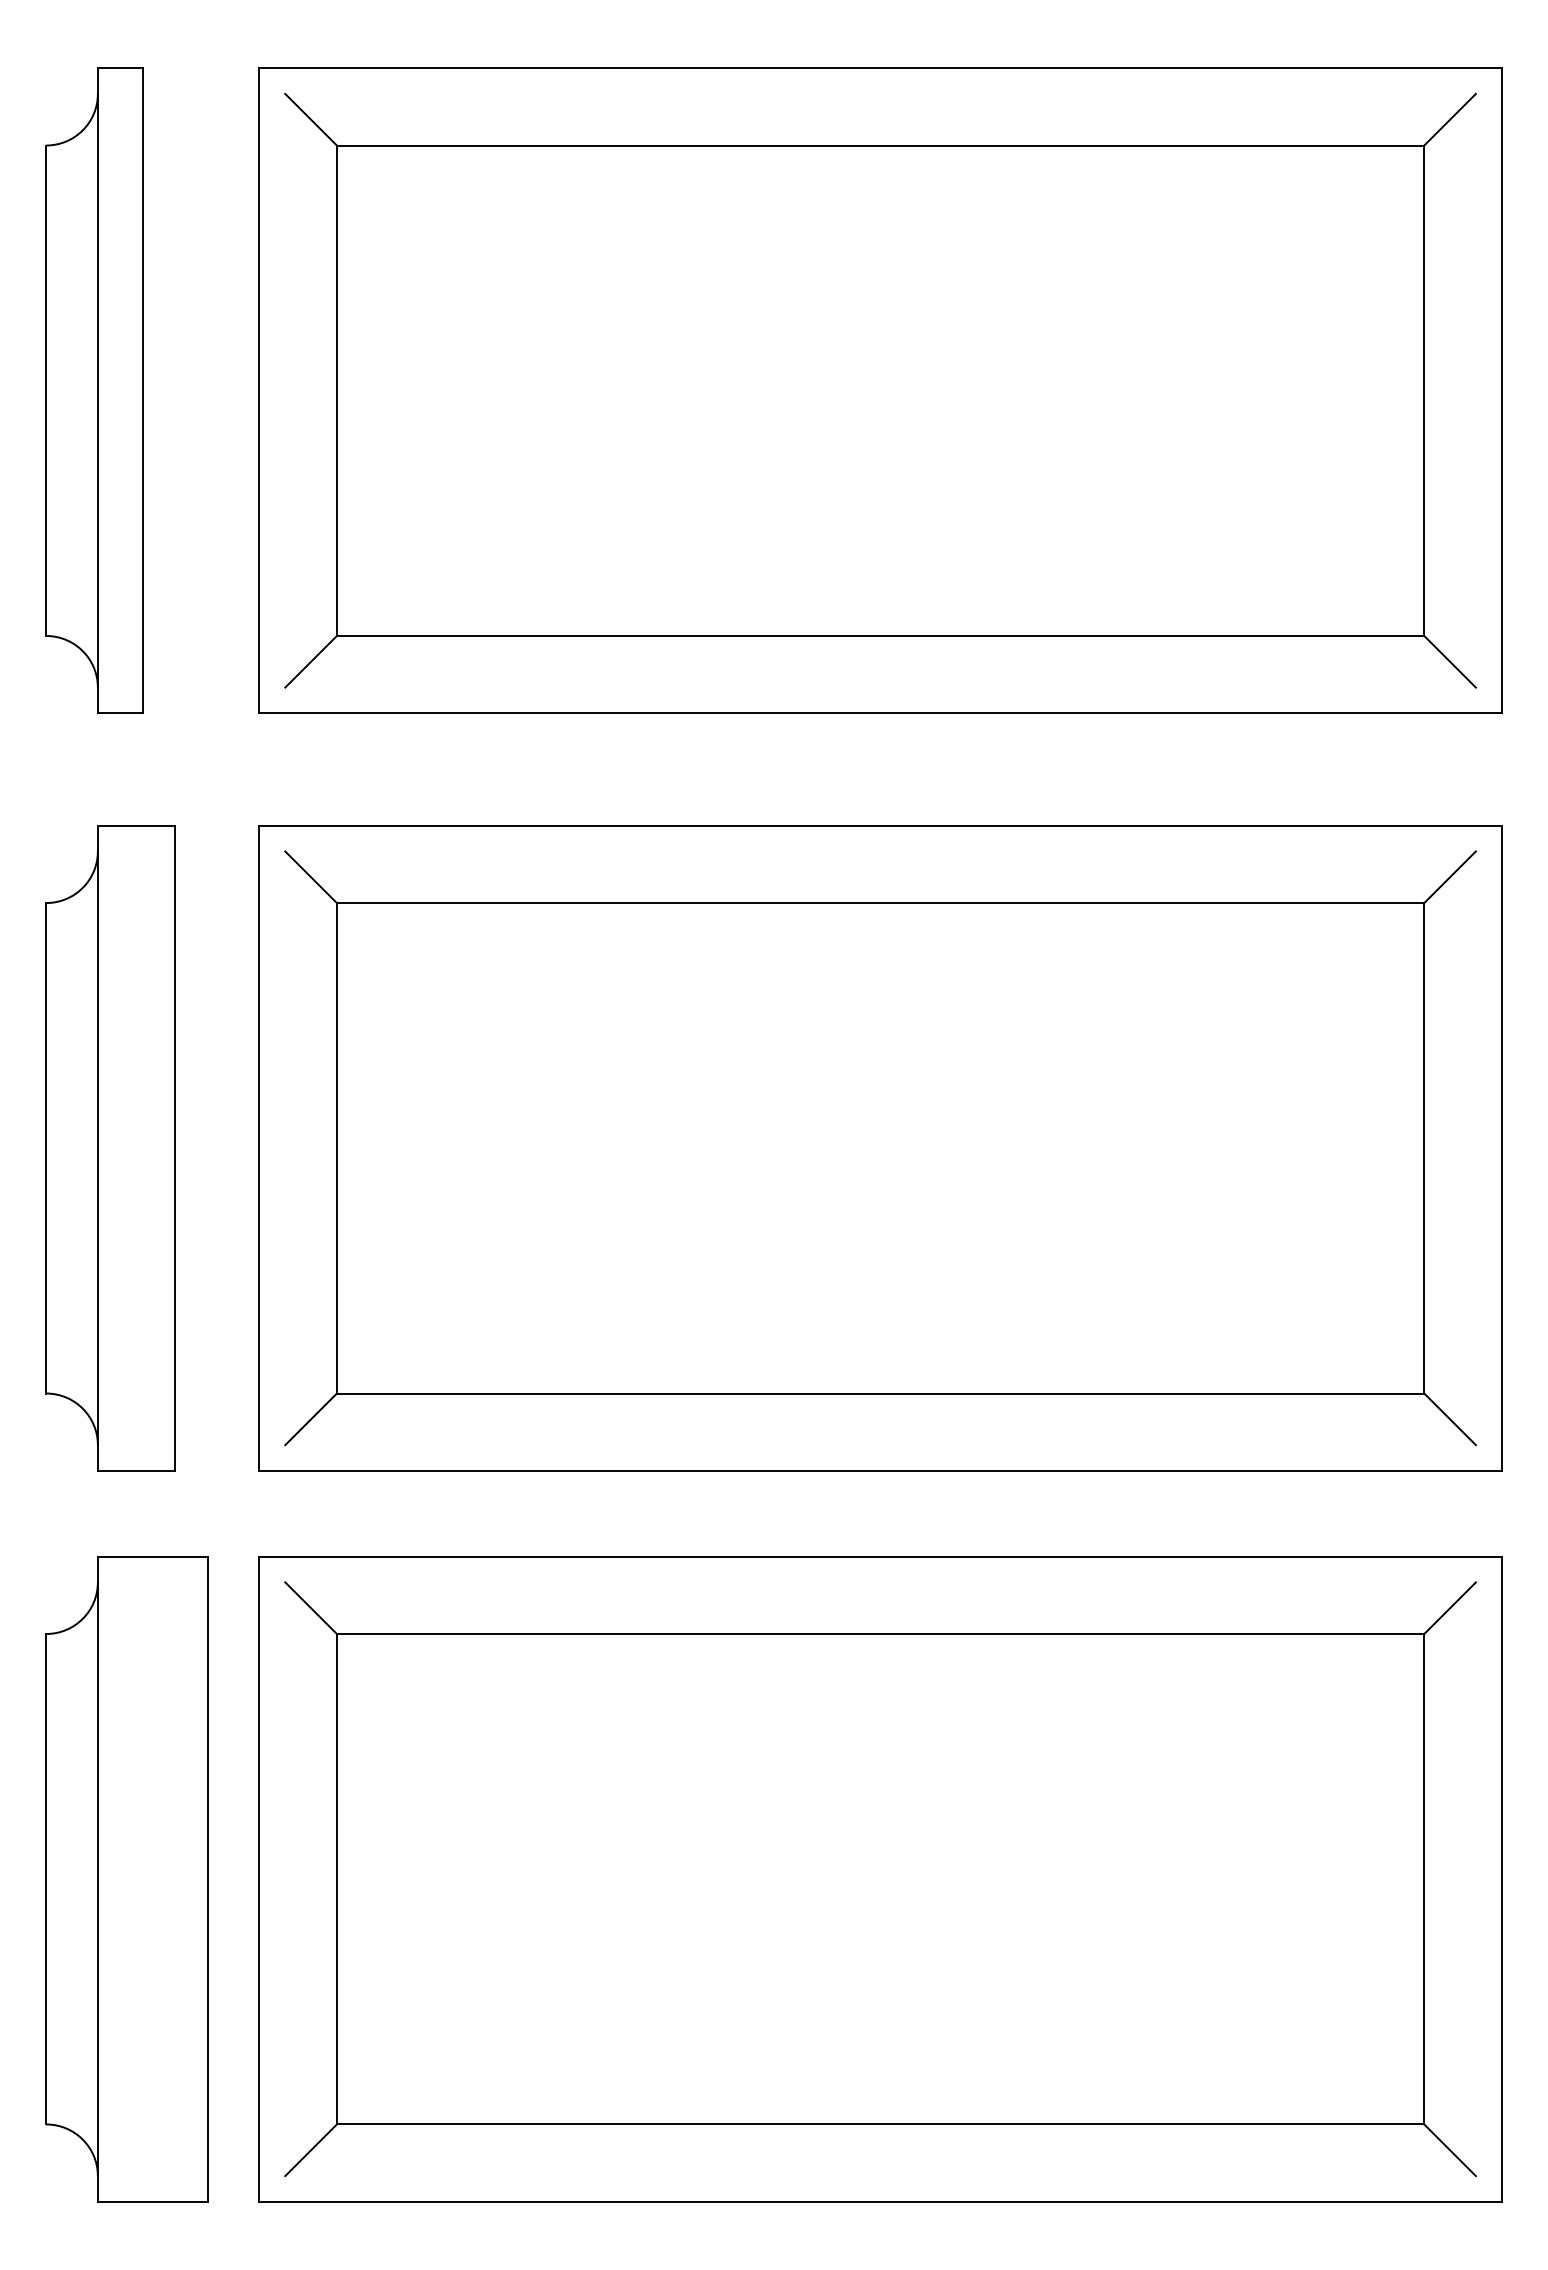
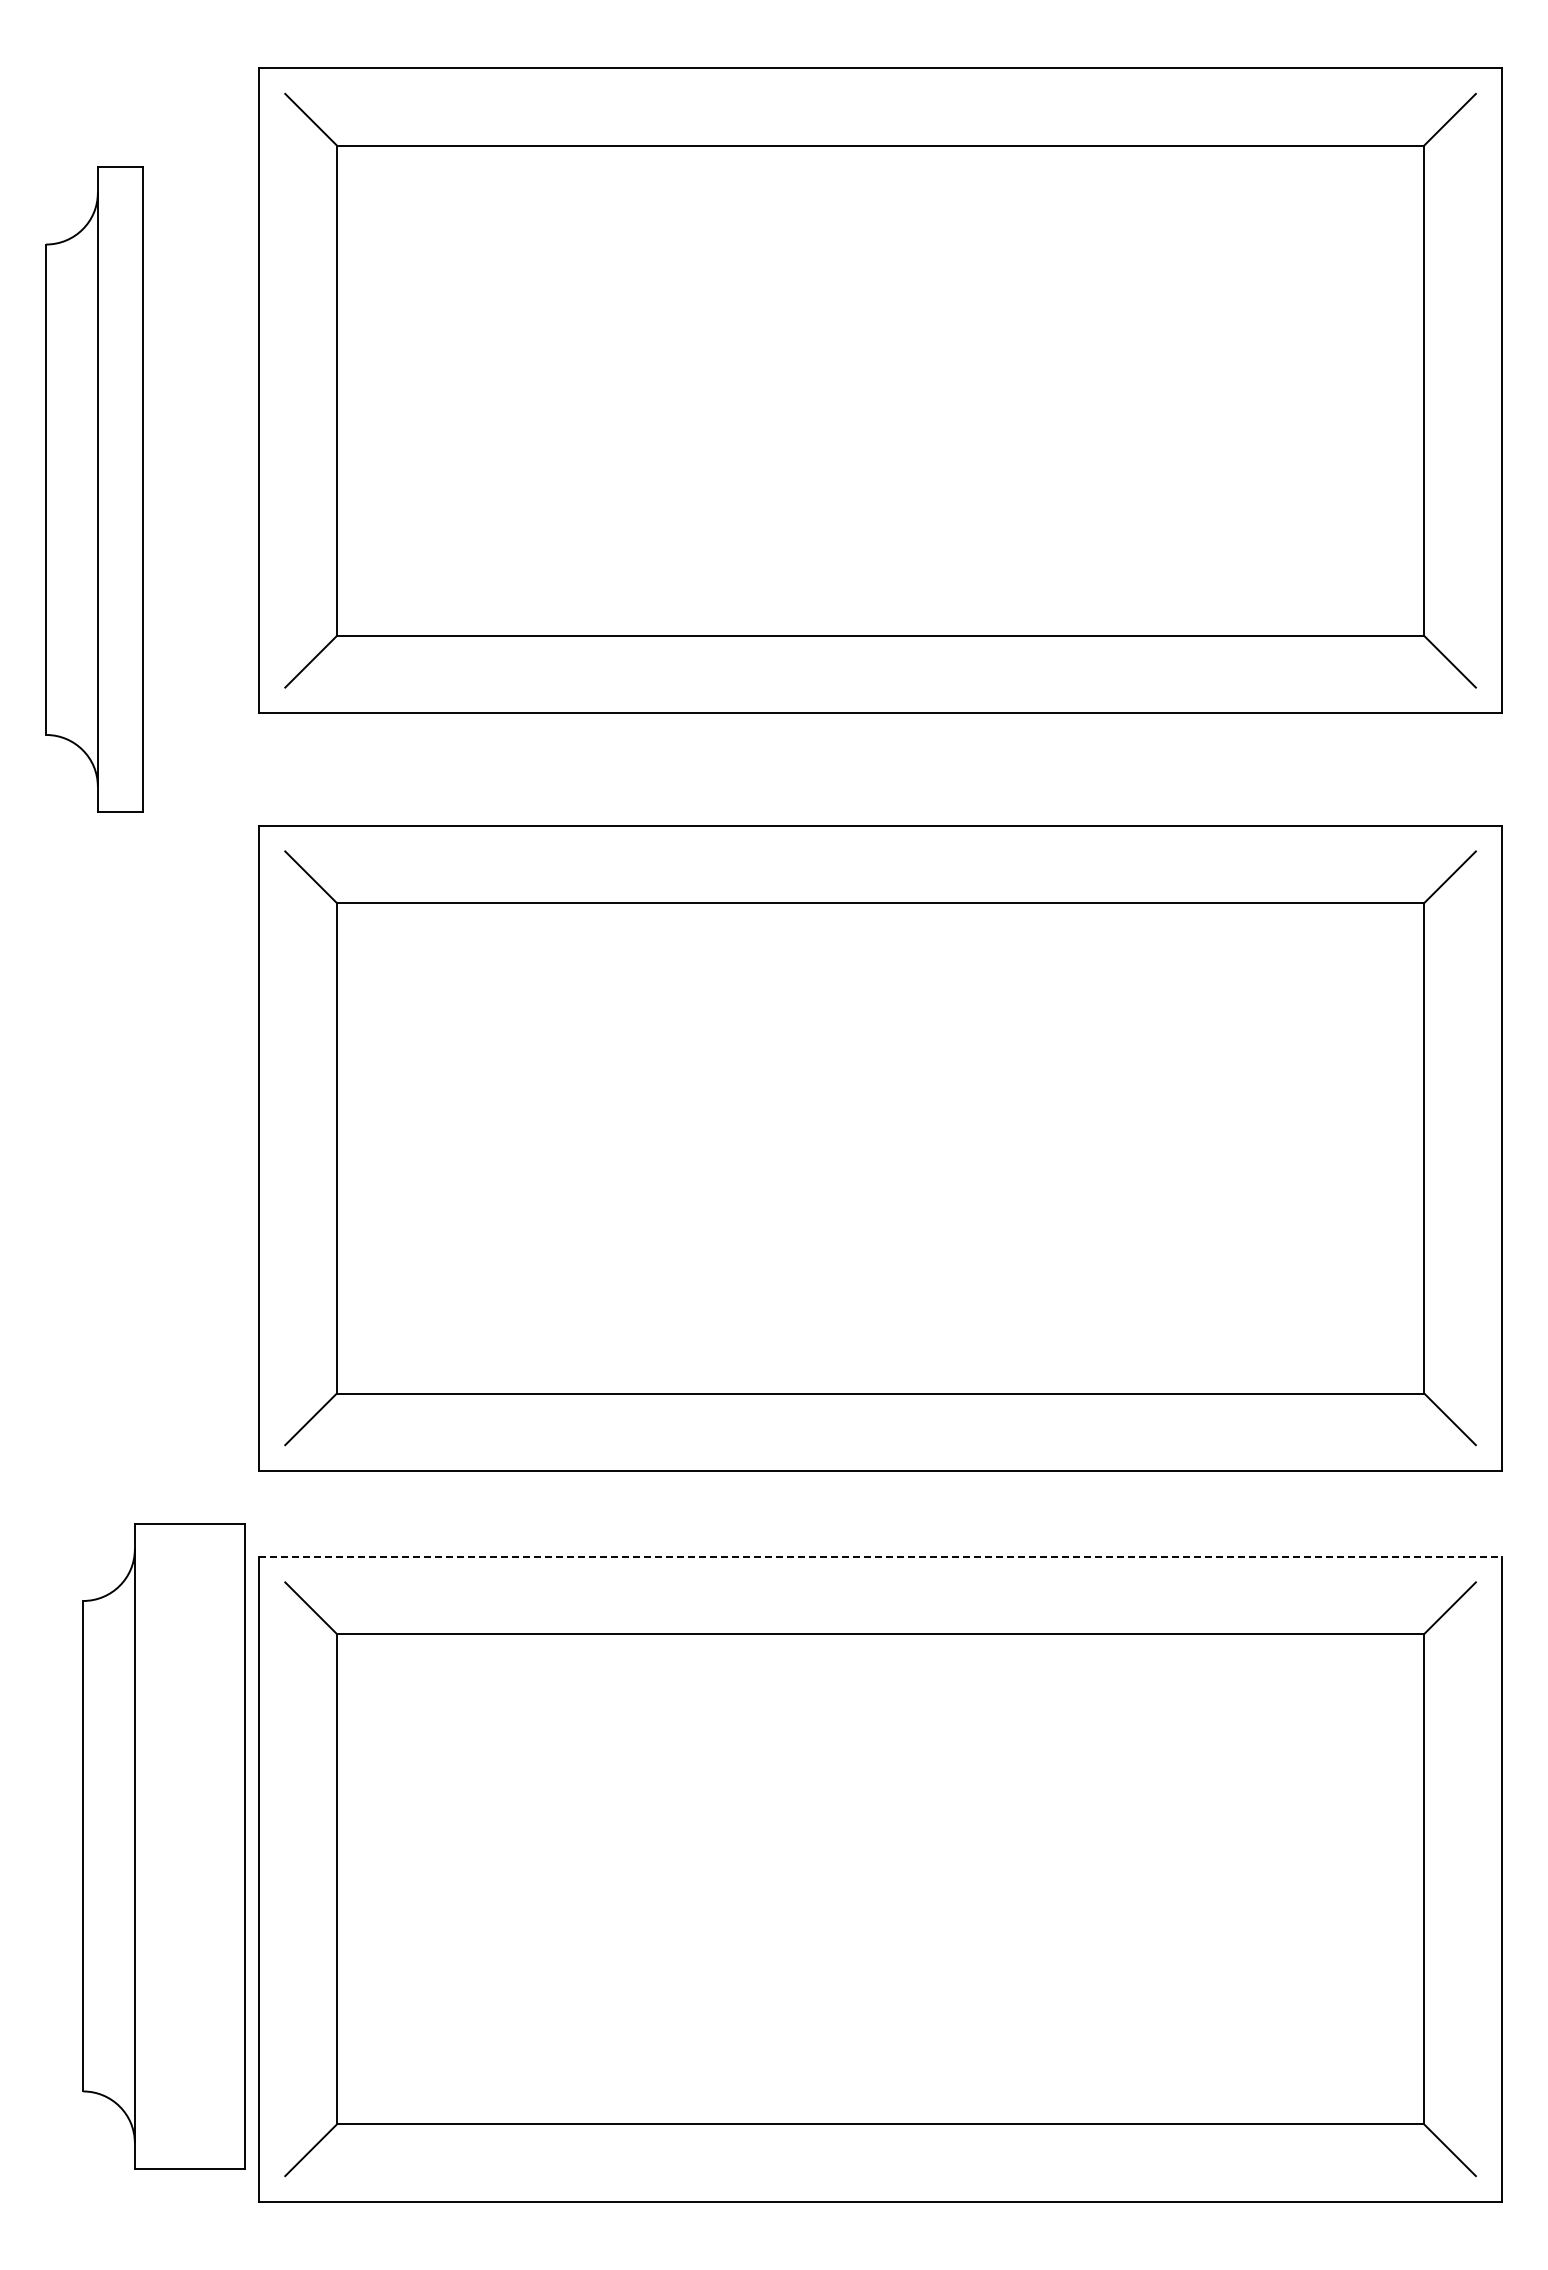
part at (94, 390) position: (94, 390) -> (94, 489)
part at (110, 1148): present -> none
line at (881, 1556): solid -> dashed
part at (126, 1879) position: (126, 1879) -> (163, 1846)
